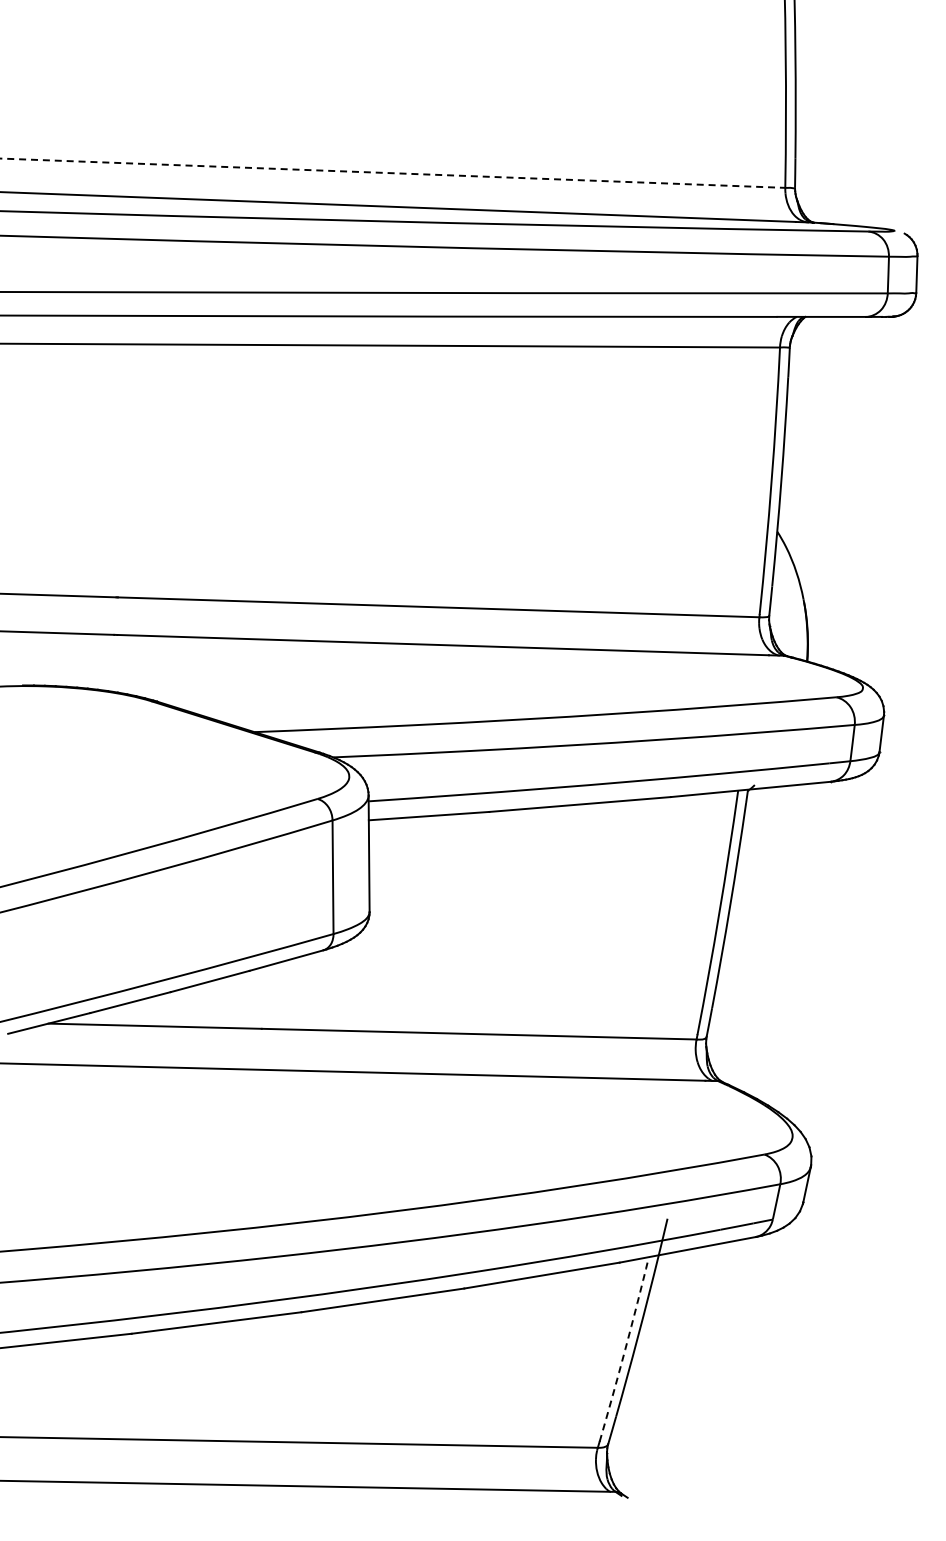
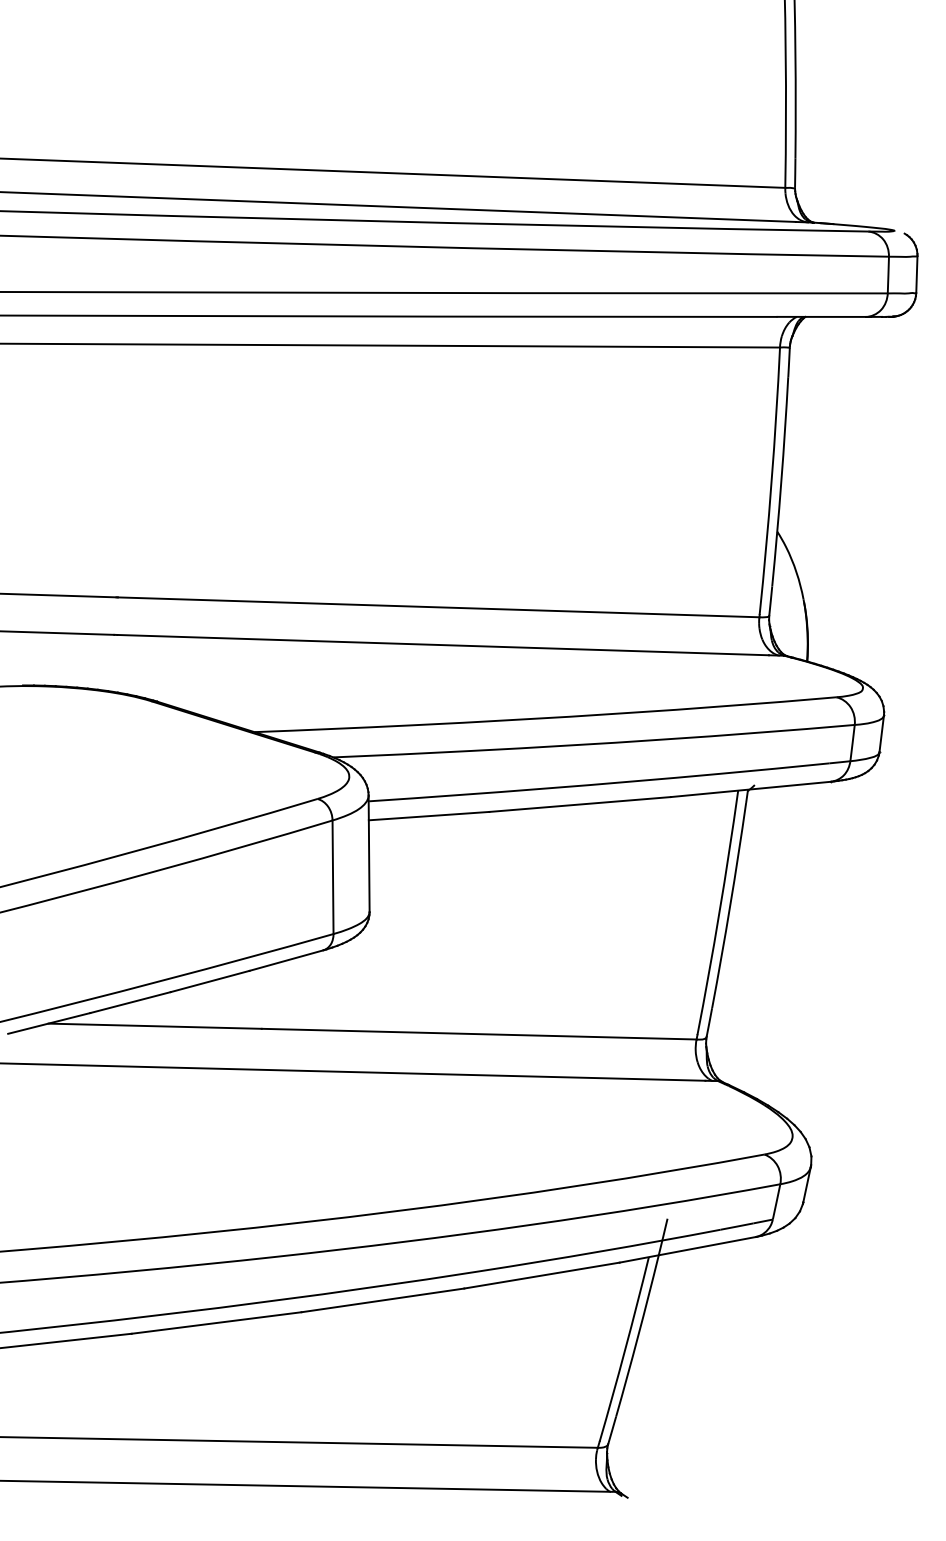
line at (393, 173): dashed -> solid
arc at (625, 1349): dashed -> solid
